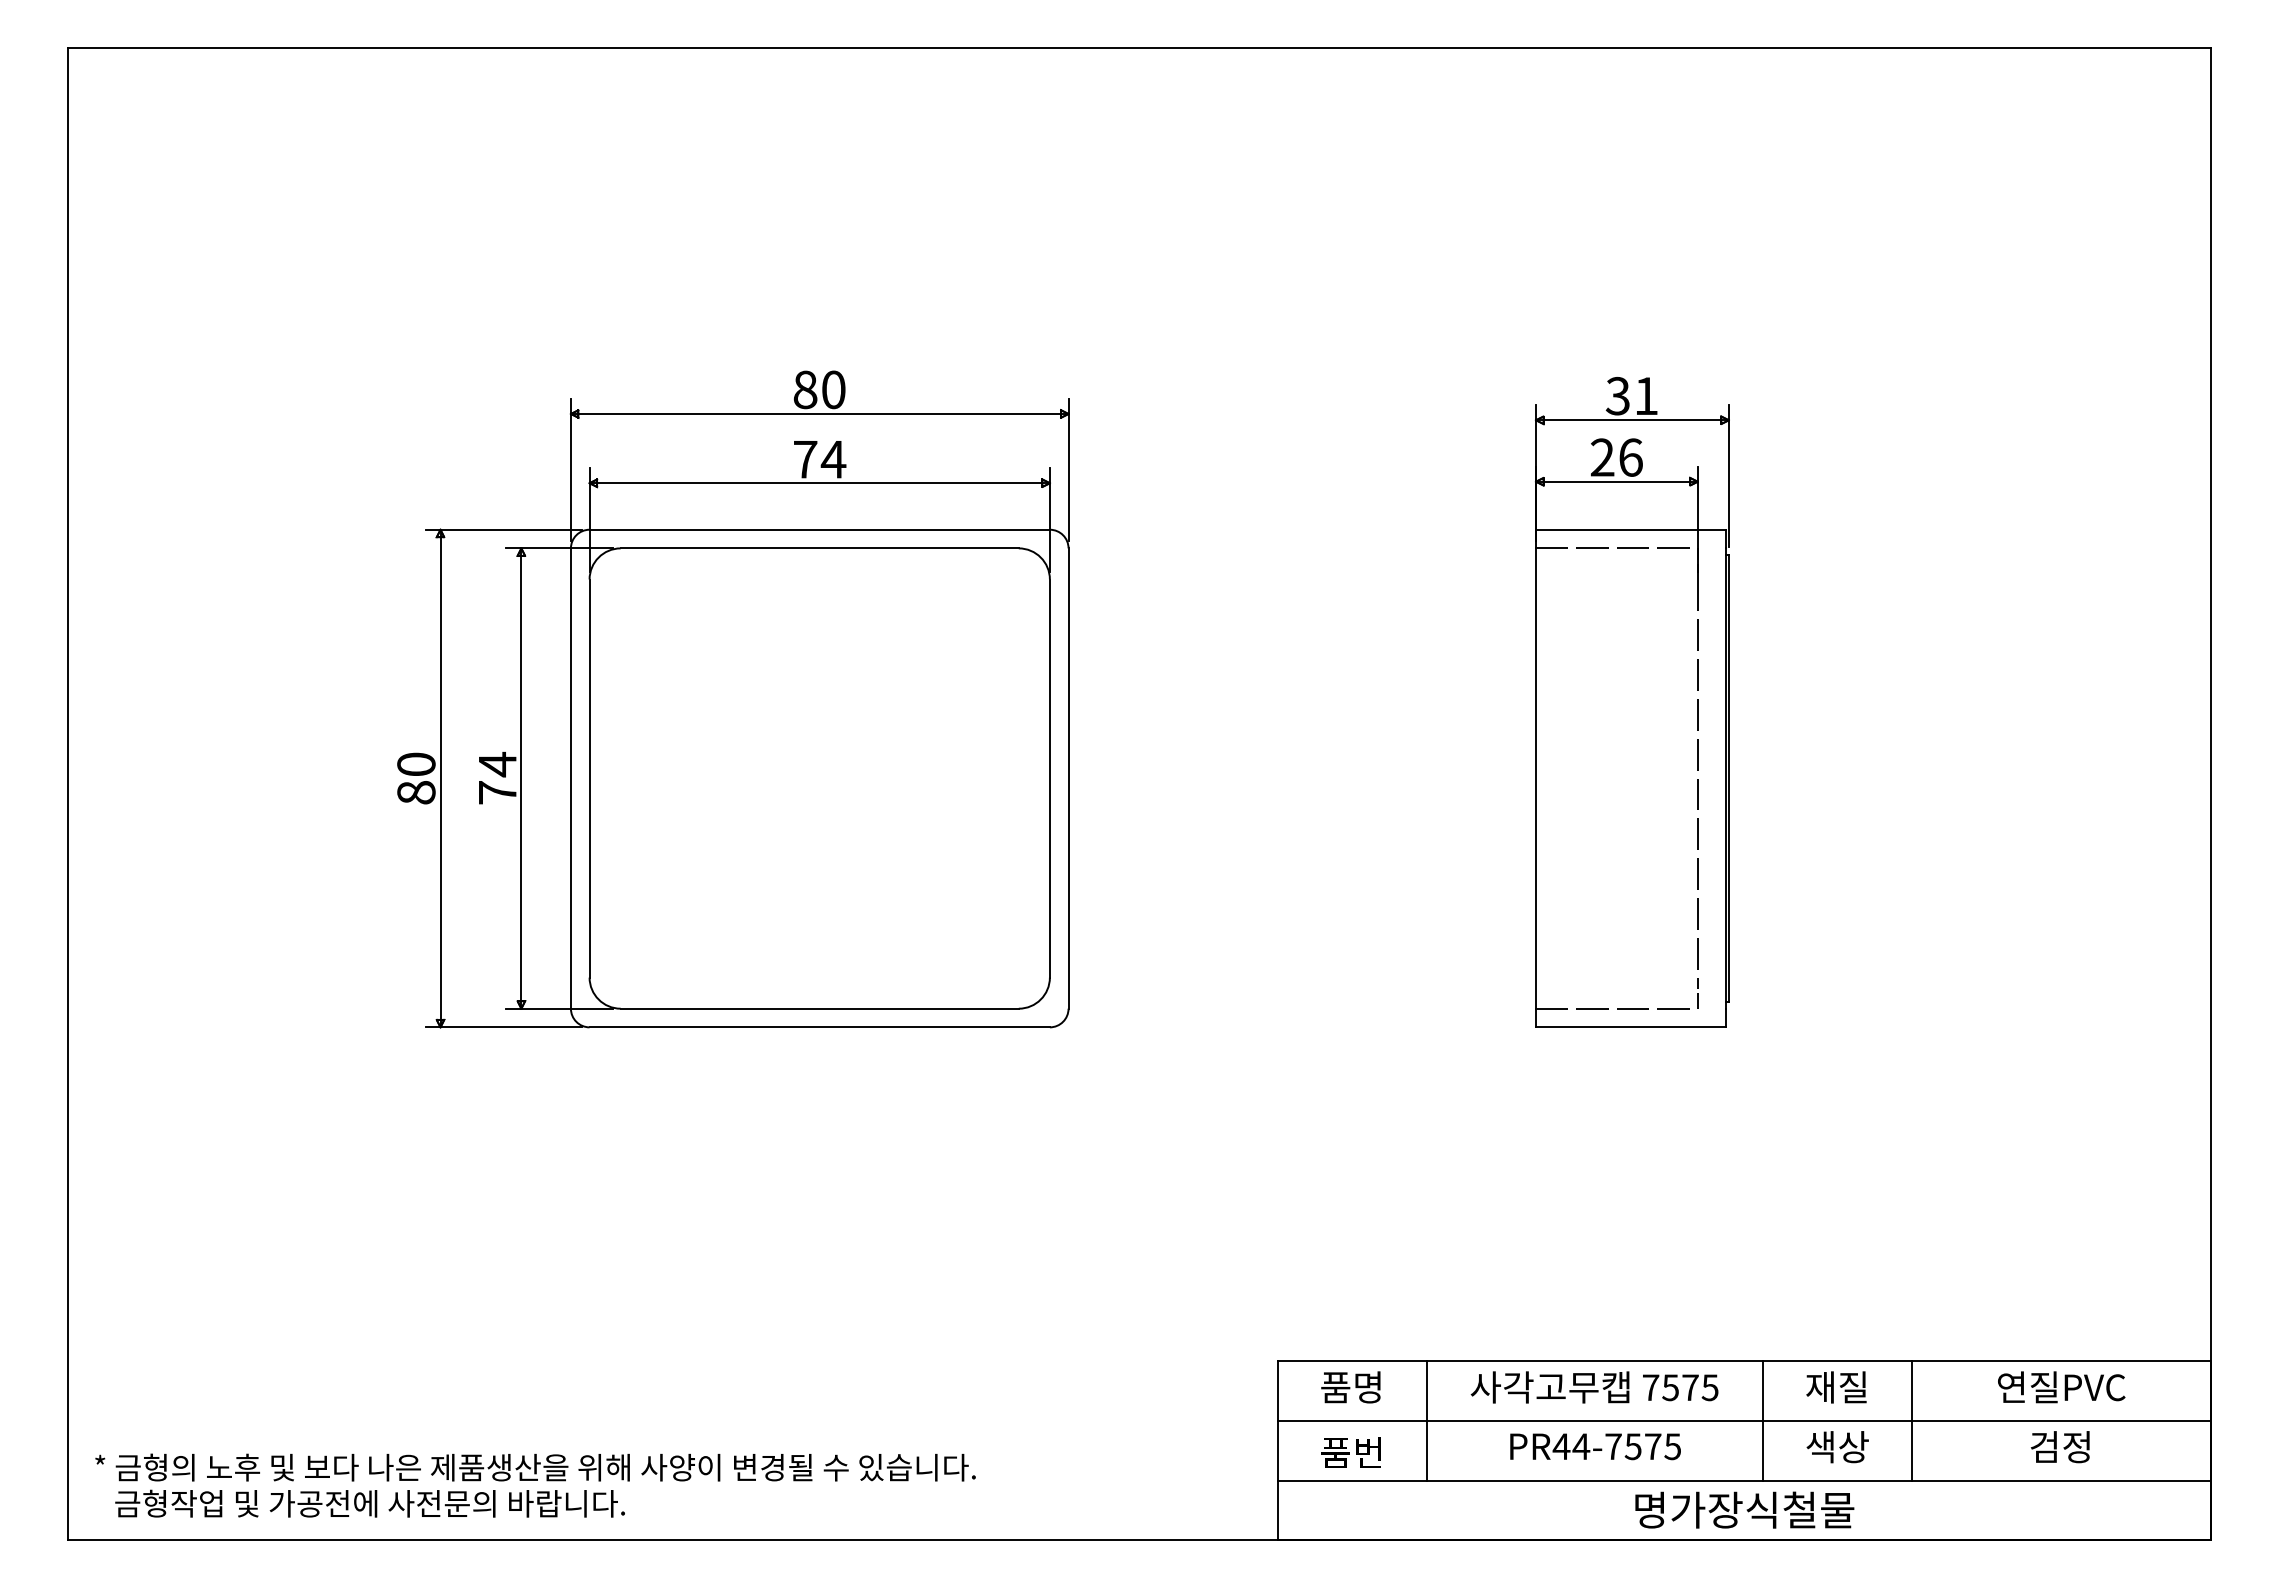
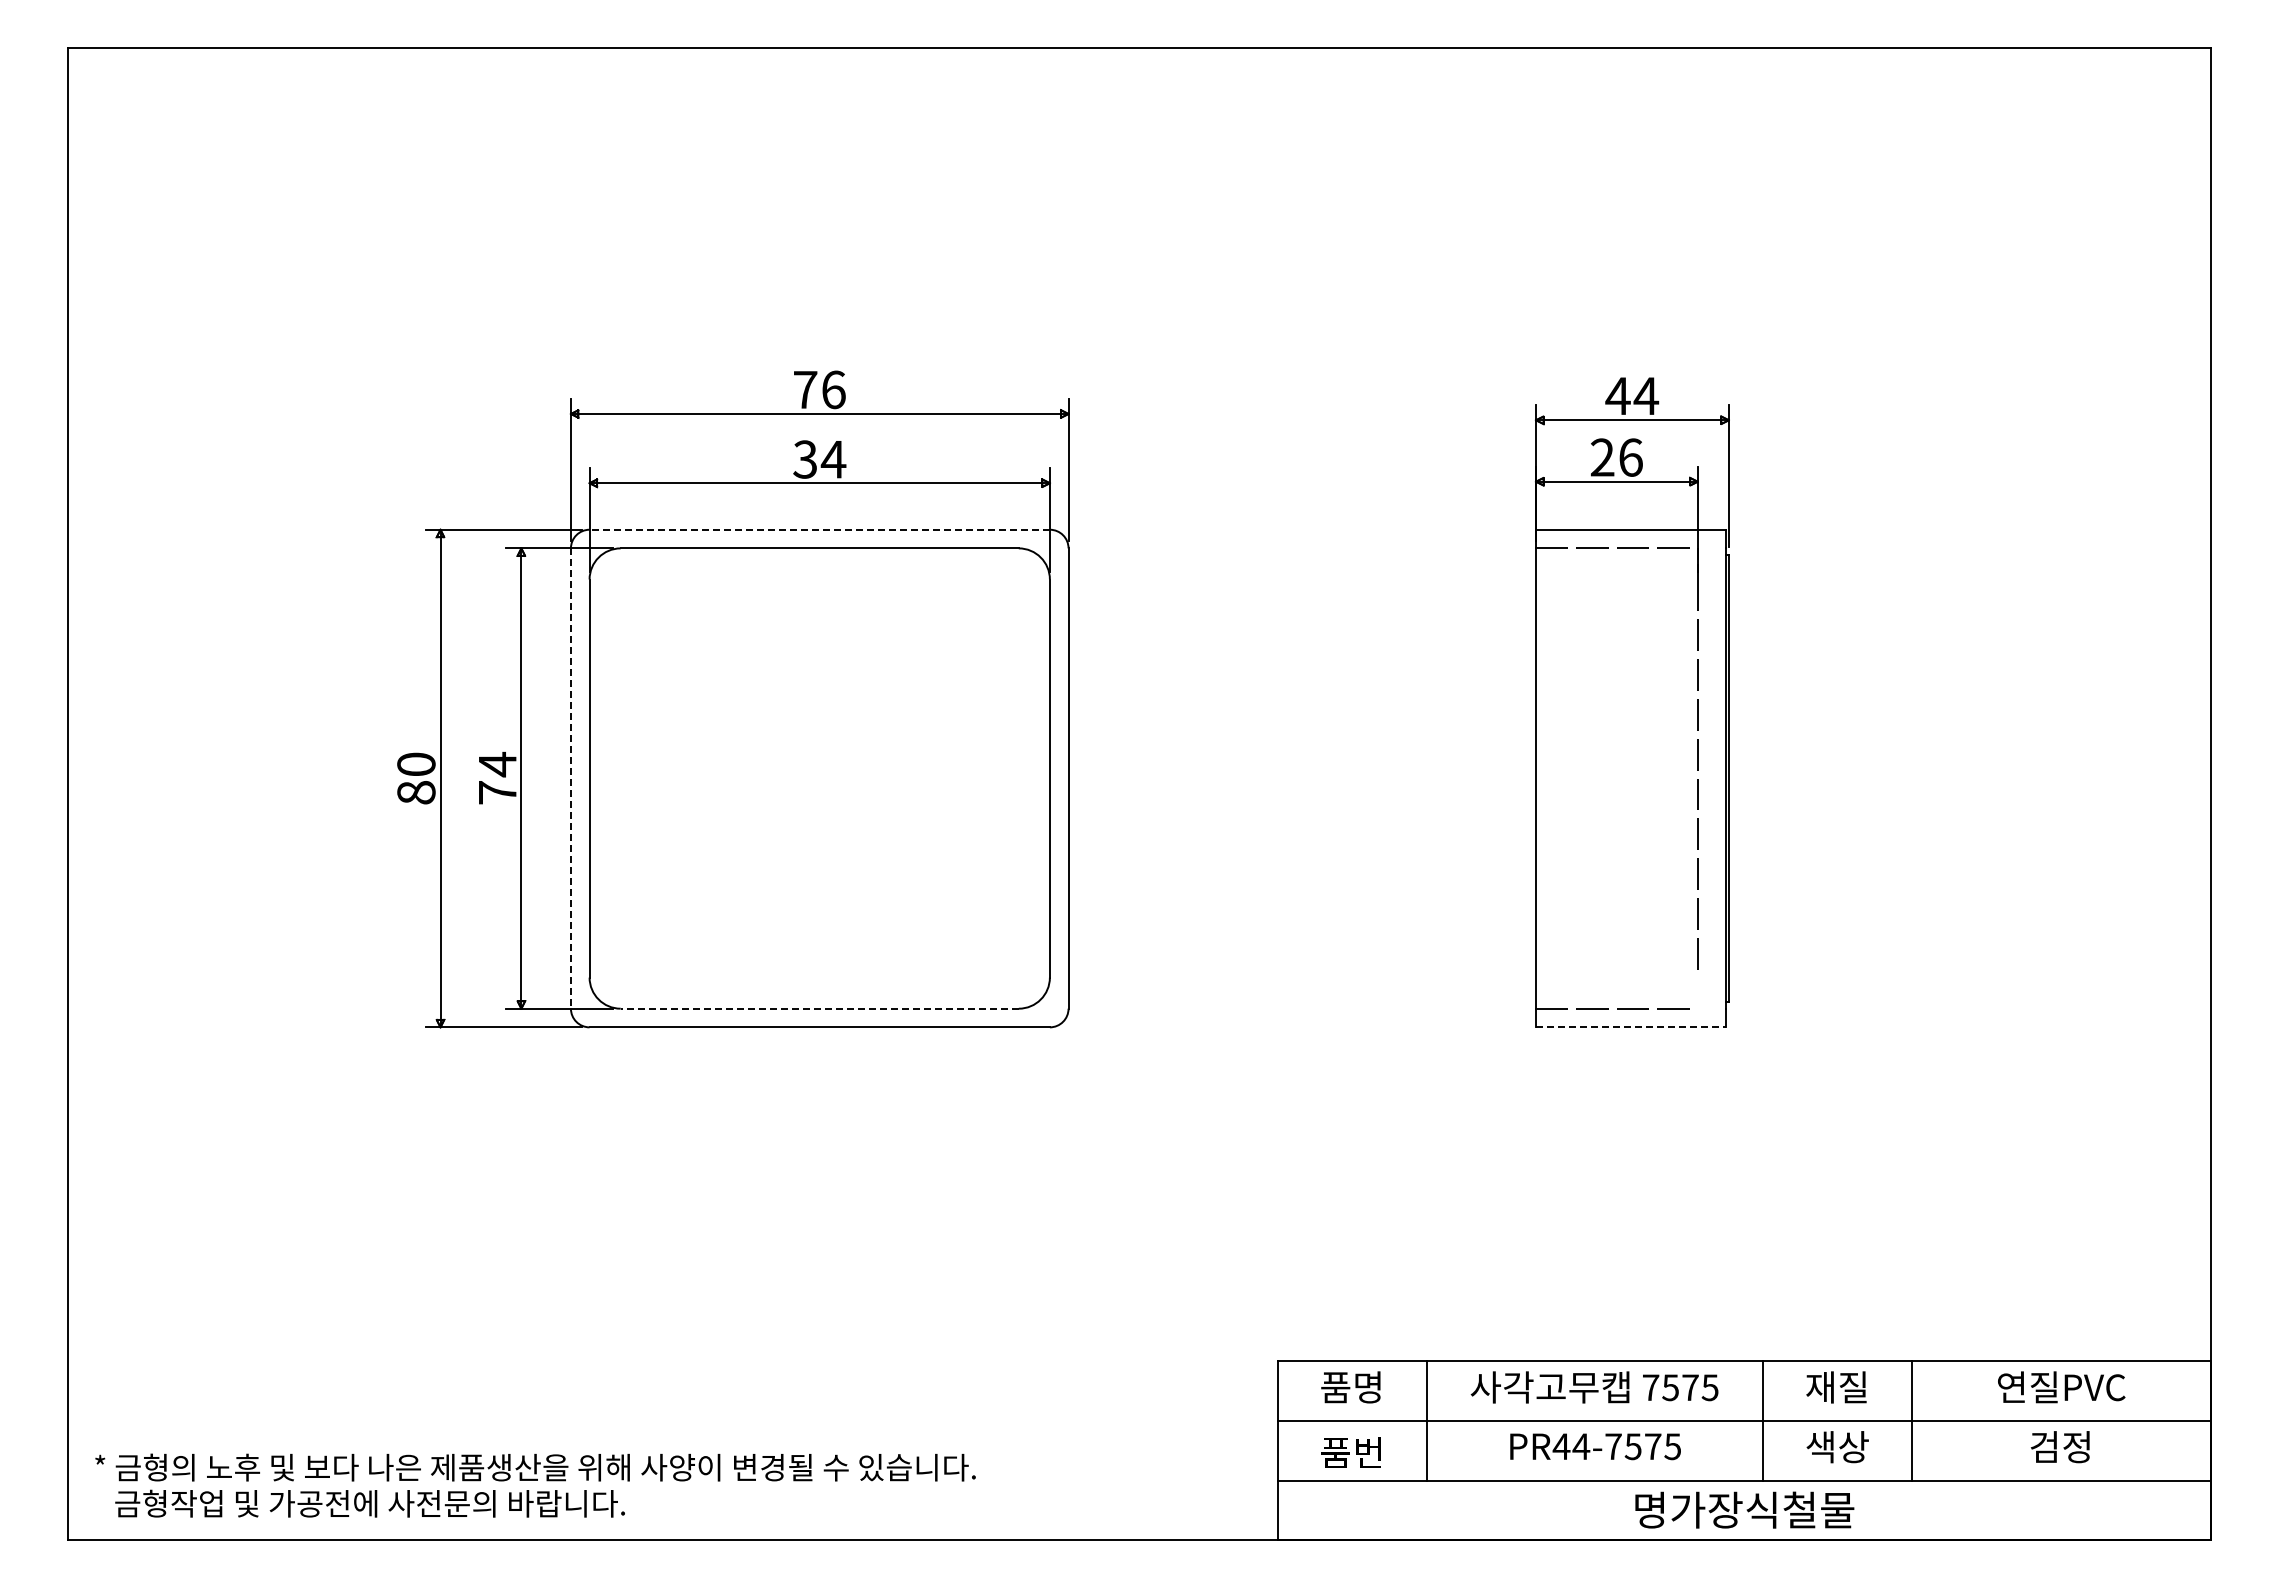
text at (819, 389): 80 -> 76
text at (1632, 395): 31 -> 44
text at (805, 459): 74 -> 34
line at (819, 529): solid -> dashed
line at (570, 779): solid -> dashed
line at (1697, 992): present -> none
line at (819, 1008): solid -> dashed
line at (1630, 1027): solid -> dashed
